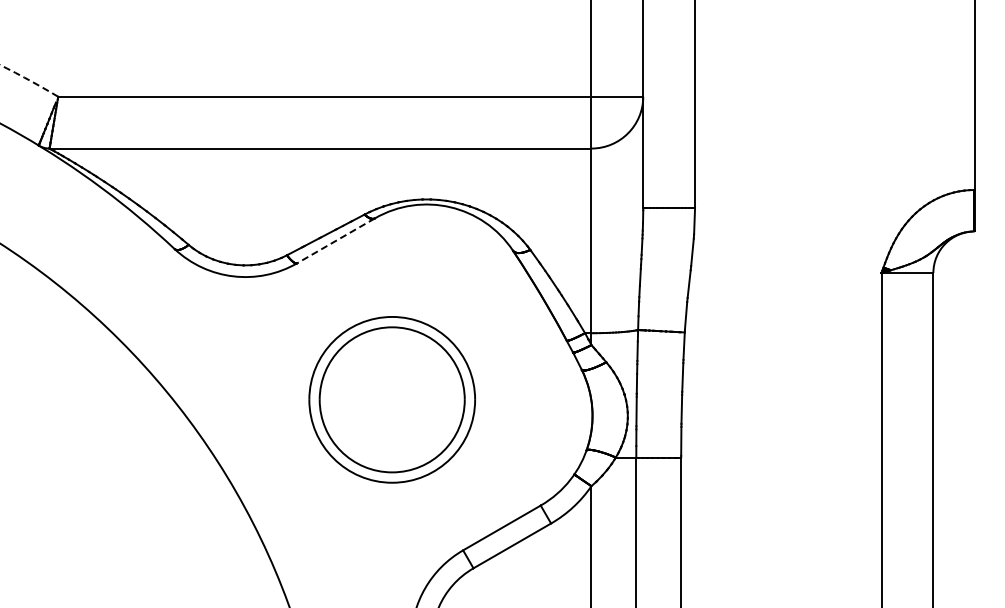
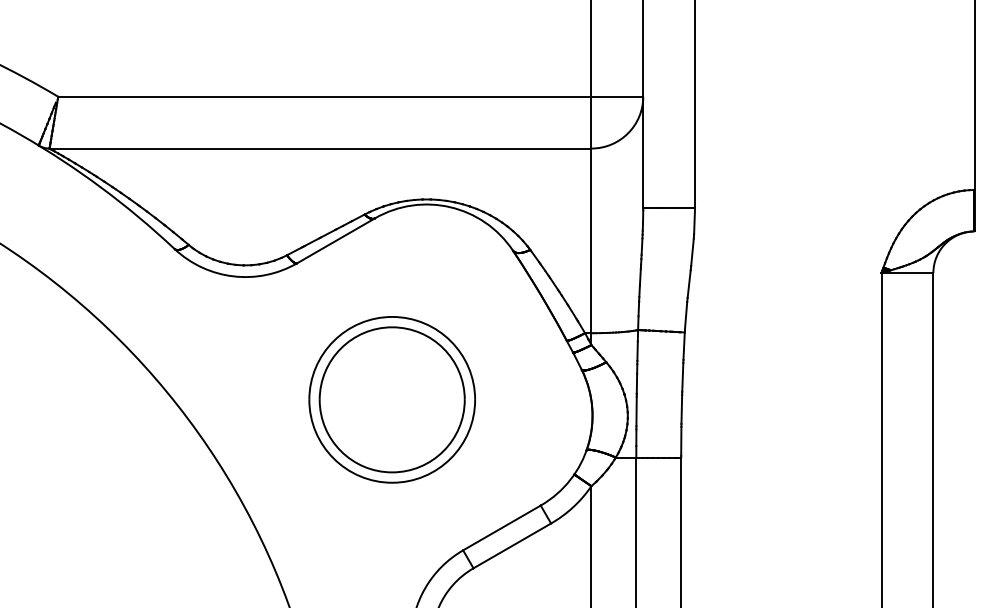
arc at (28, 79): dashed -> solid
line at (336, 240): dashed -> solid
